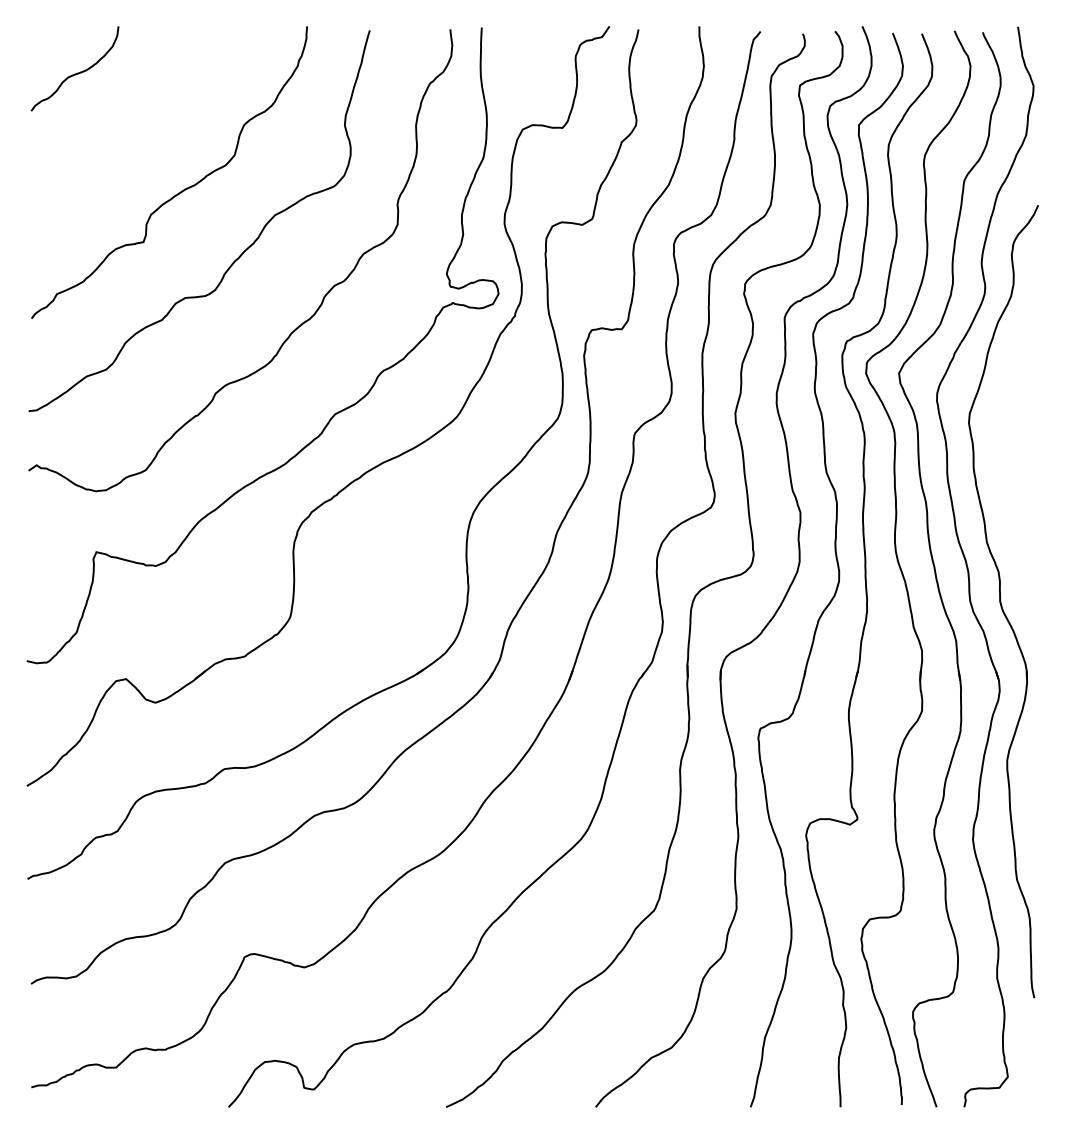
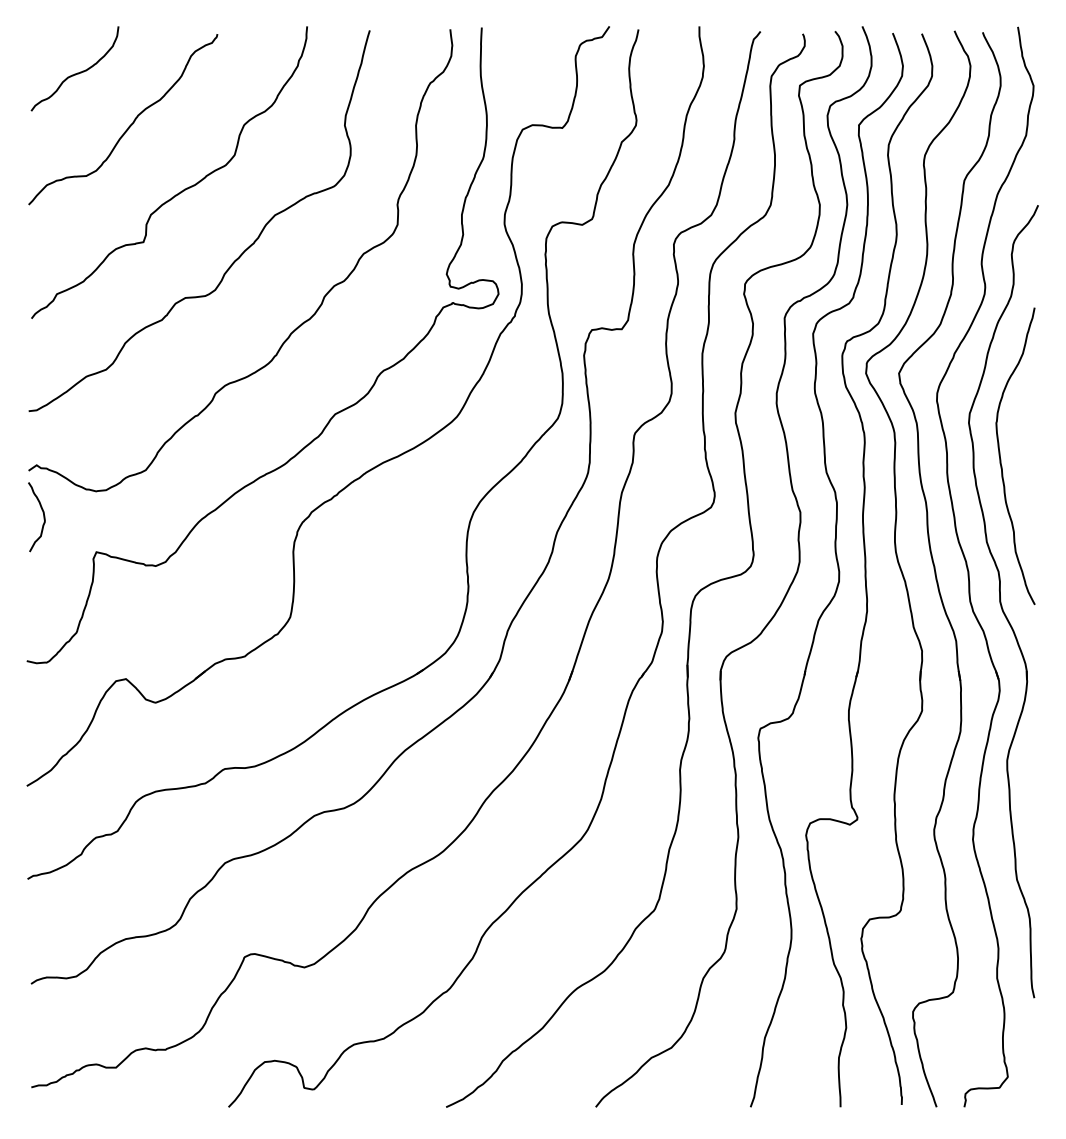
curve at (129, 125): none -> present
curve at (1001, 459): none -> present
curve at (43, 517): none -> present
